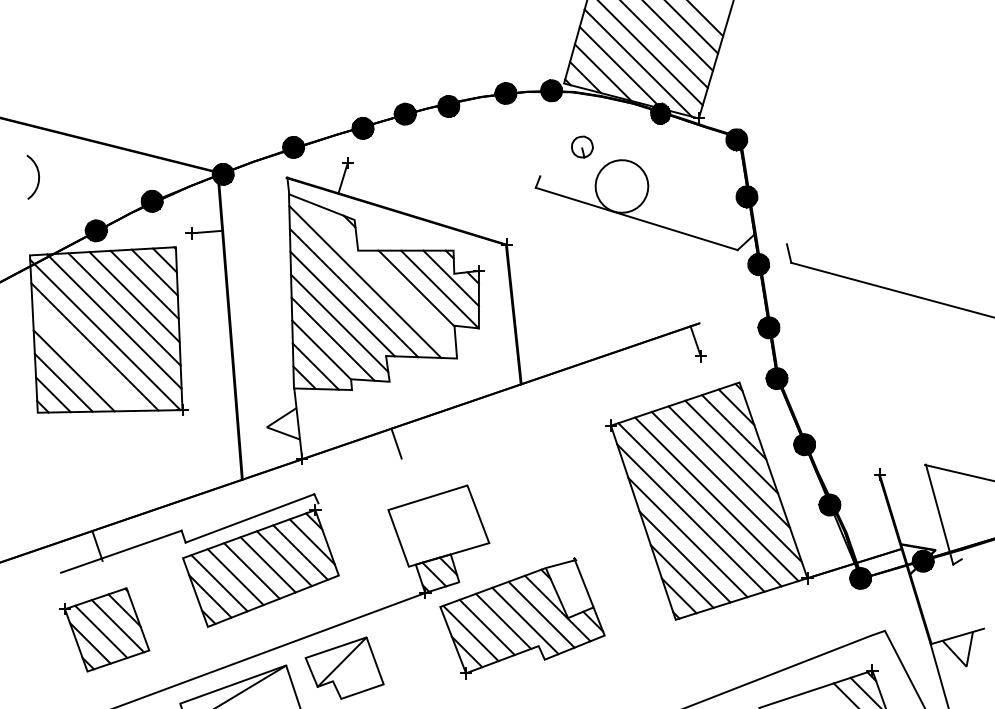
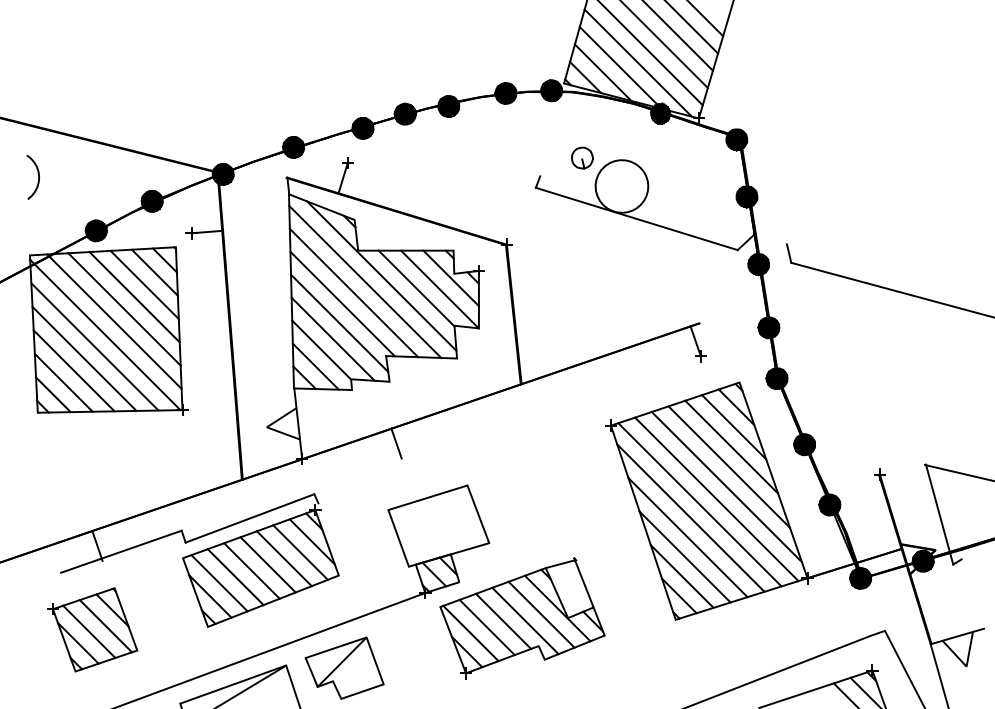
curve at (582, 147) position: (582, 147) -> (582, 158)
line at (381, 275): none -> present
line at (84, 358): none -> present
part at (104, 629) position: (104, 629) -> (92, 629)
